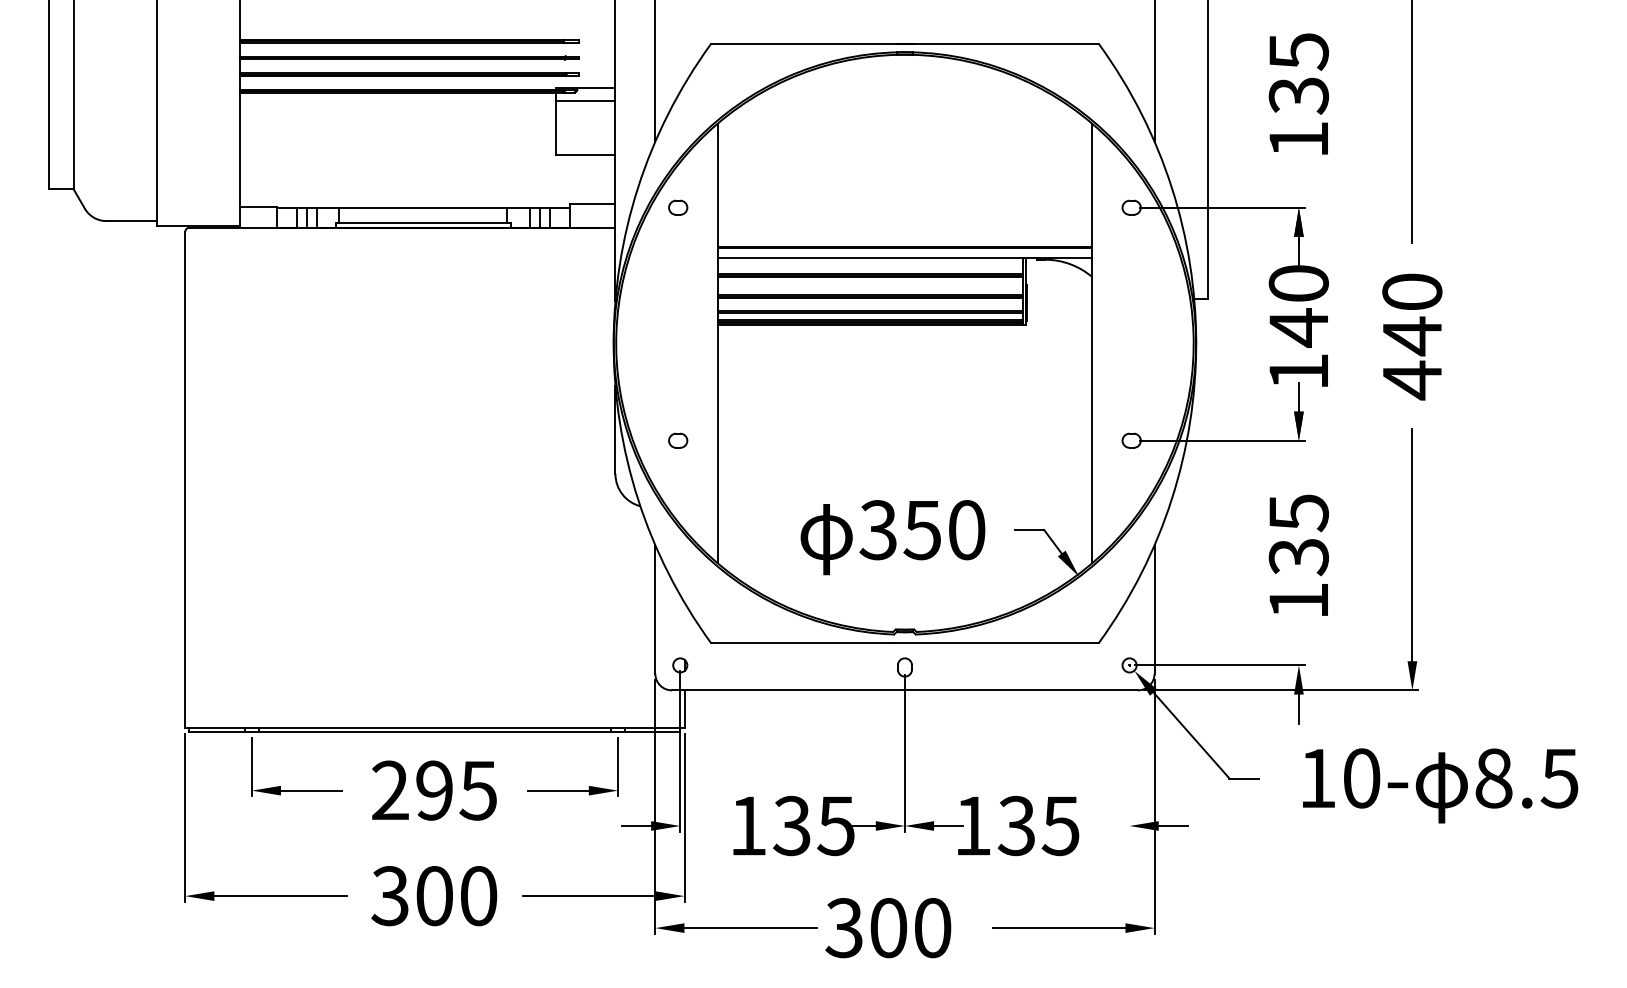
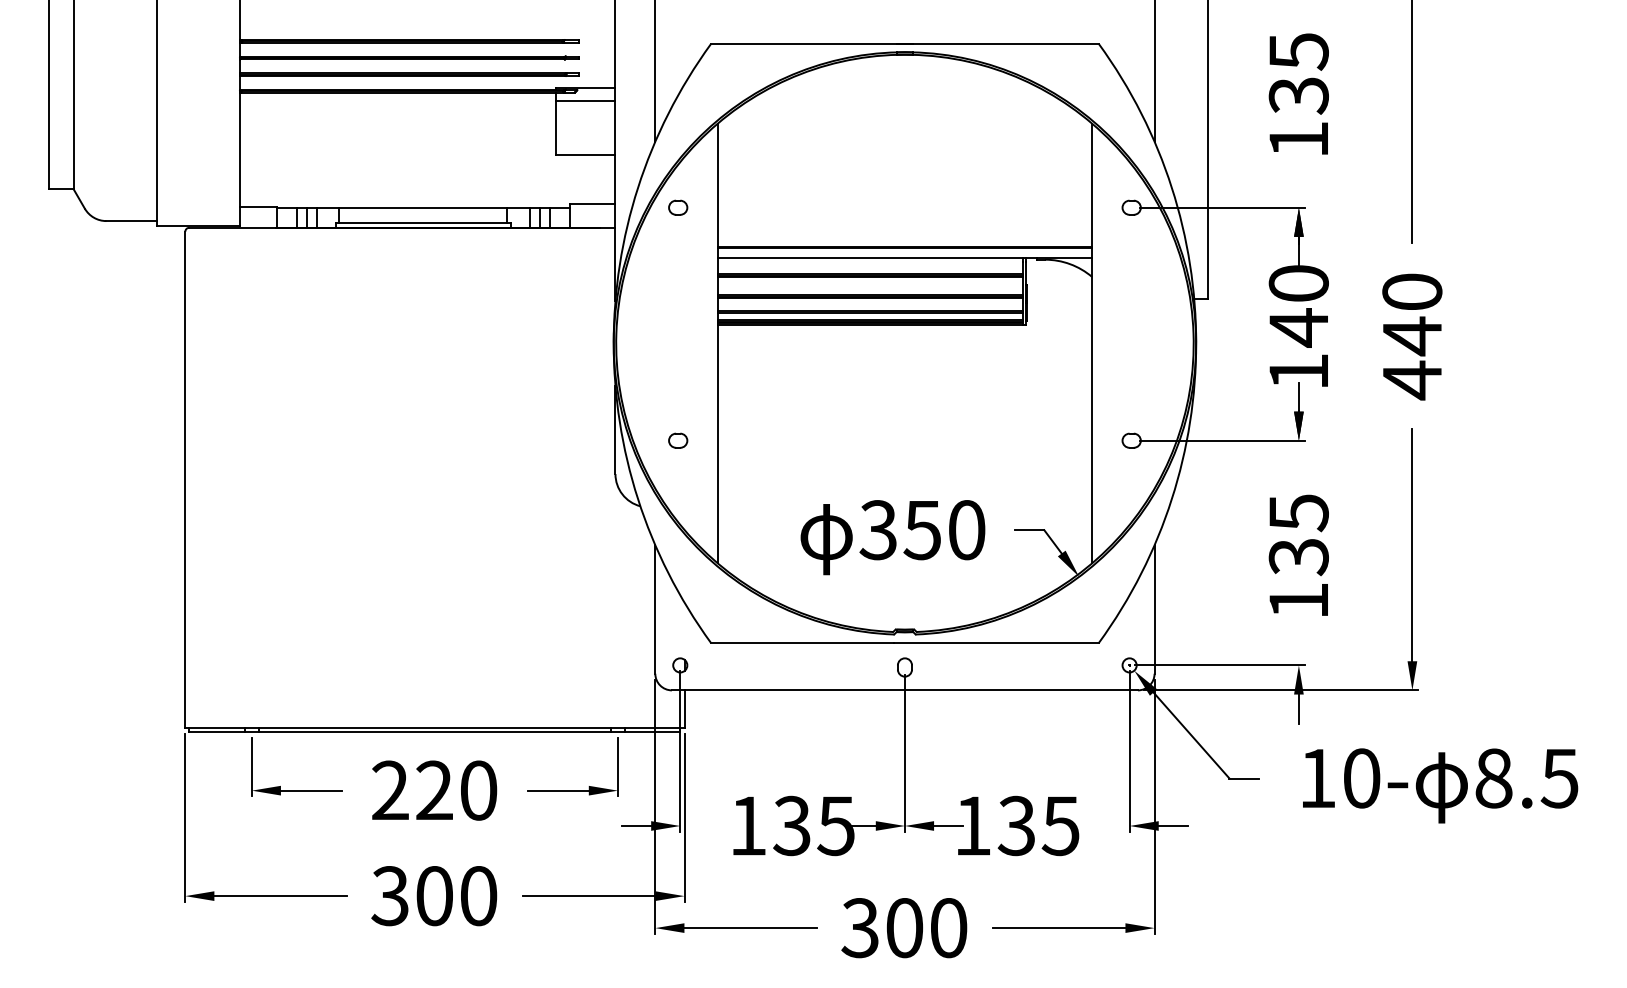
line at (1129, 751): none -> present
text at (456, 790): 295 -> 220
text at (888, 928) position: (888, 928) -> (904, 928)
